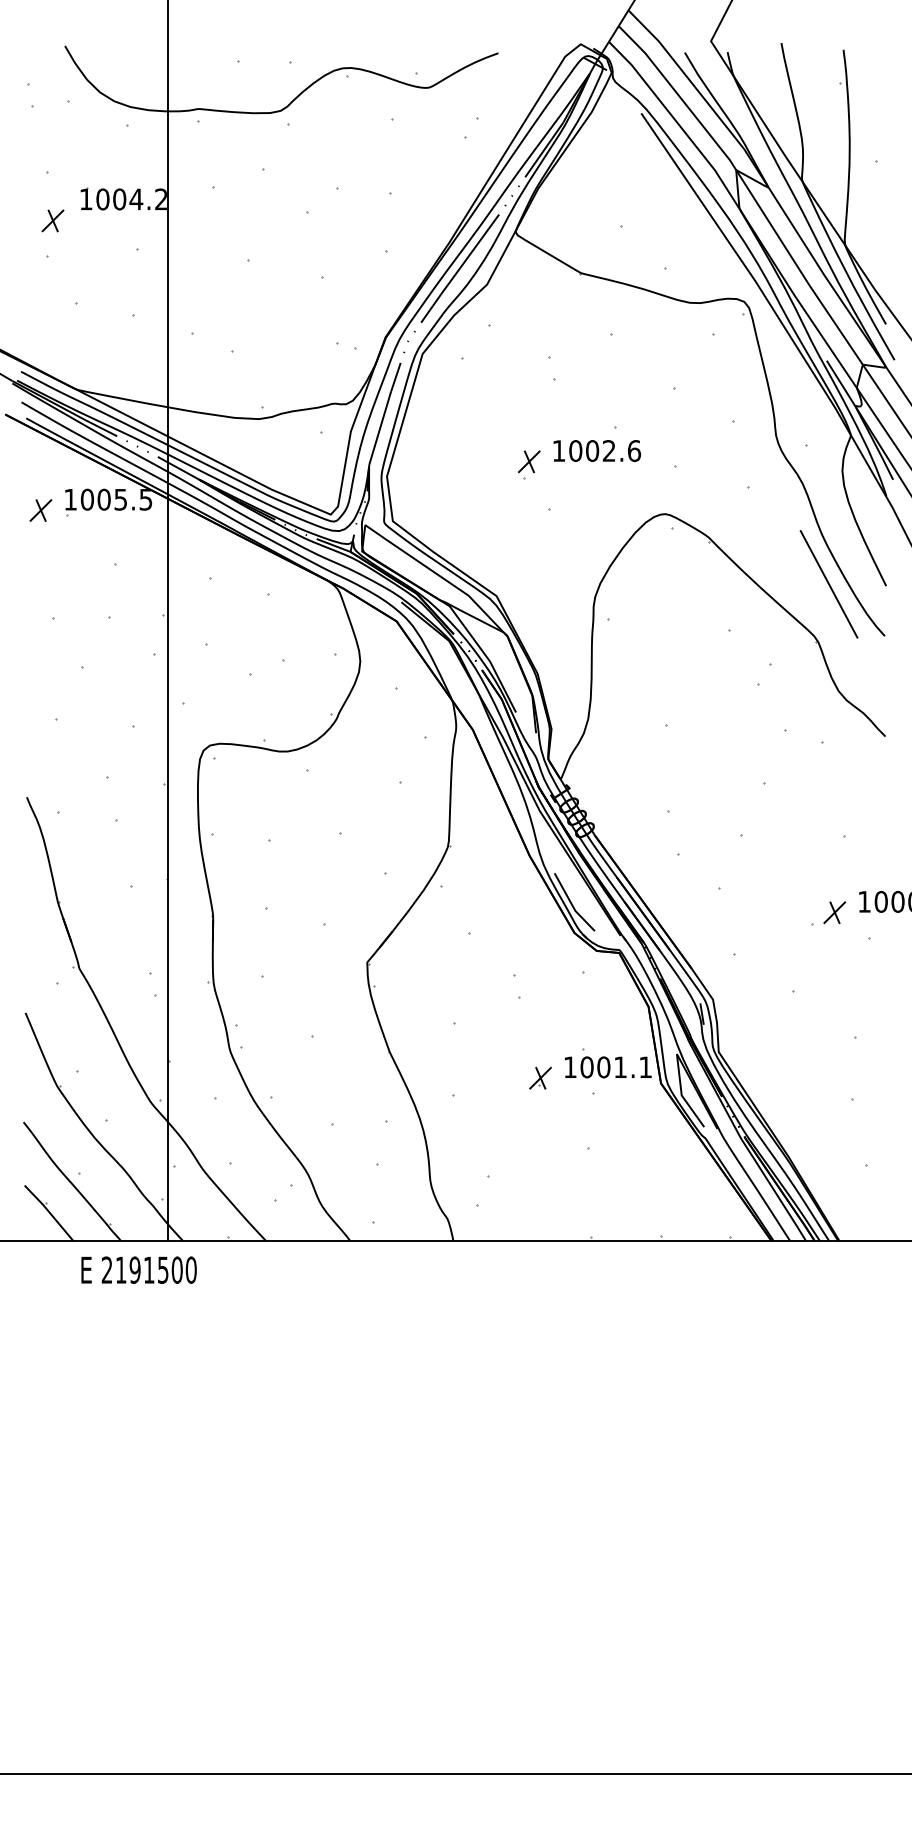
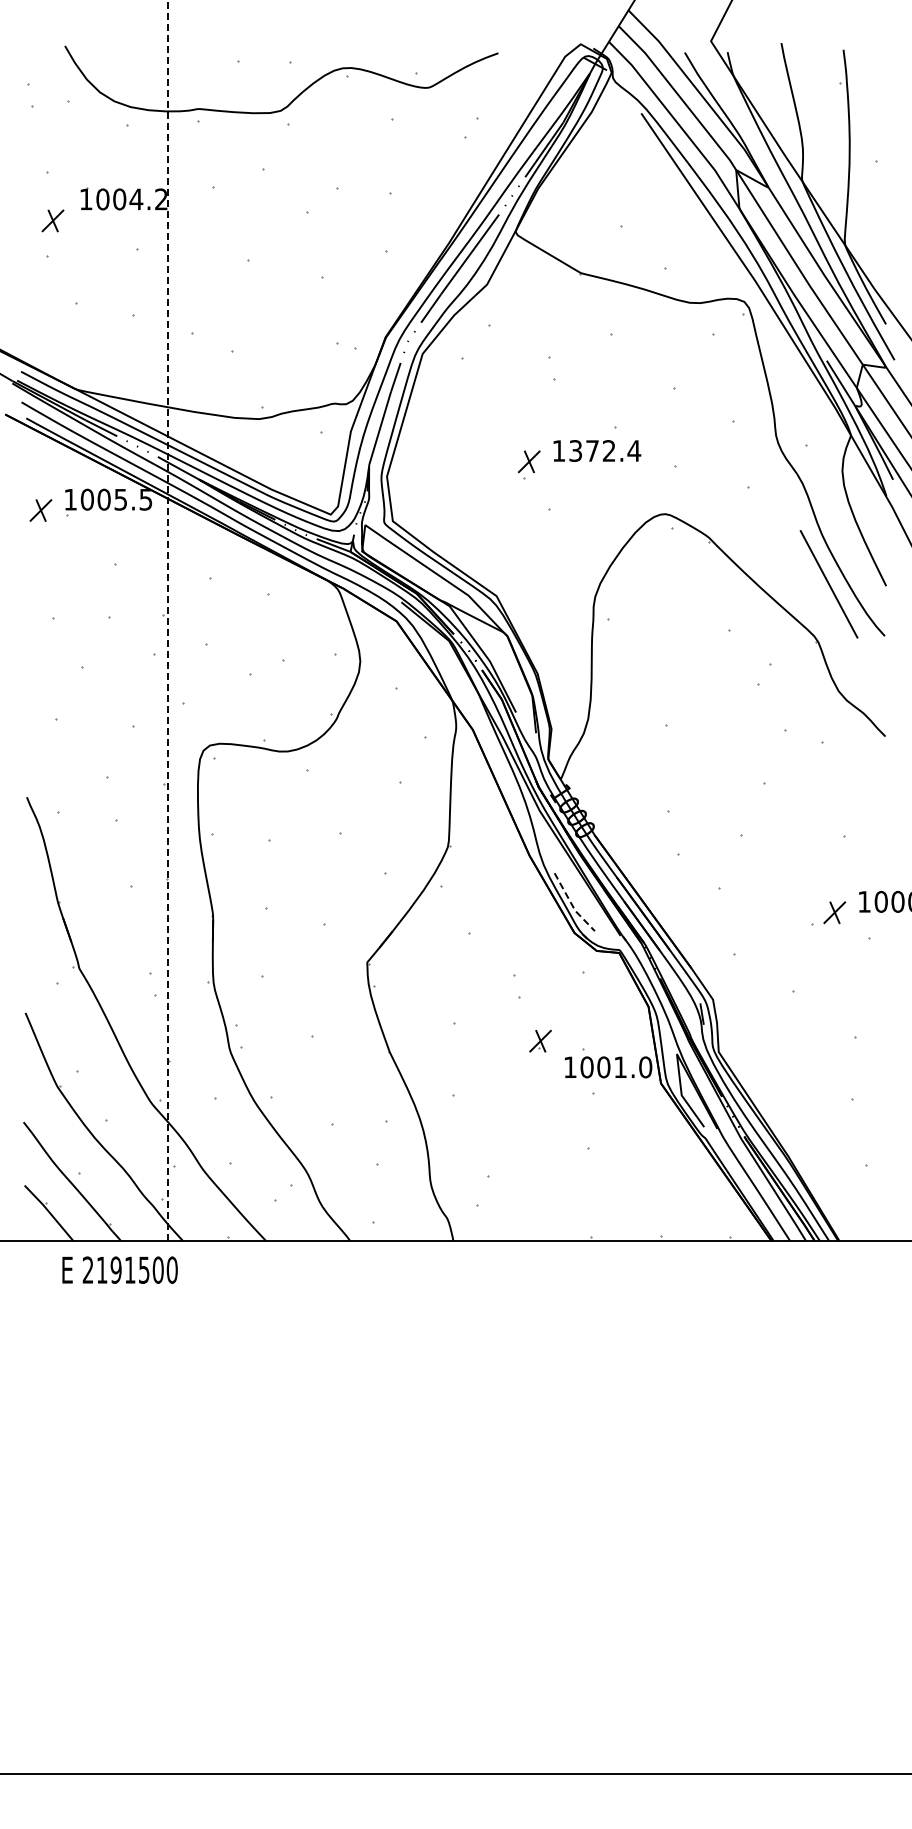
text at (605, 450): 1002.6 -> 1372.4
line at (168, 620): solid -> dashed
line at (572, 904): solid -> dashed
text at (645, 1067): 1001.1 -> 1001.0
part at (540, 1077) position: (540, 1077) -> (540, 1040)
text at (138, 1269) position: (138, 1269) -> (119, 1269)
